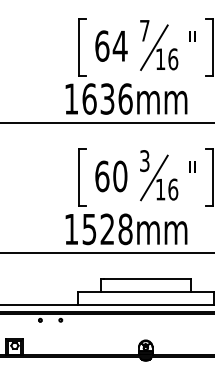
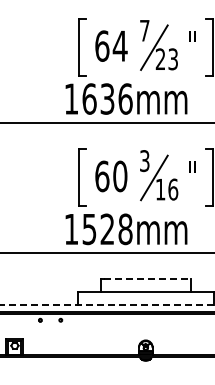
text at (166, 59): 16 -> 23
line at (147, 278): solid -> dashed
line at (107, 305): solid -> dashed
